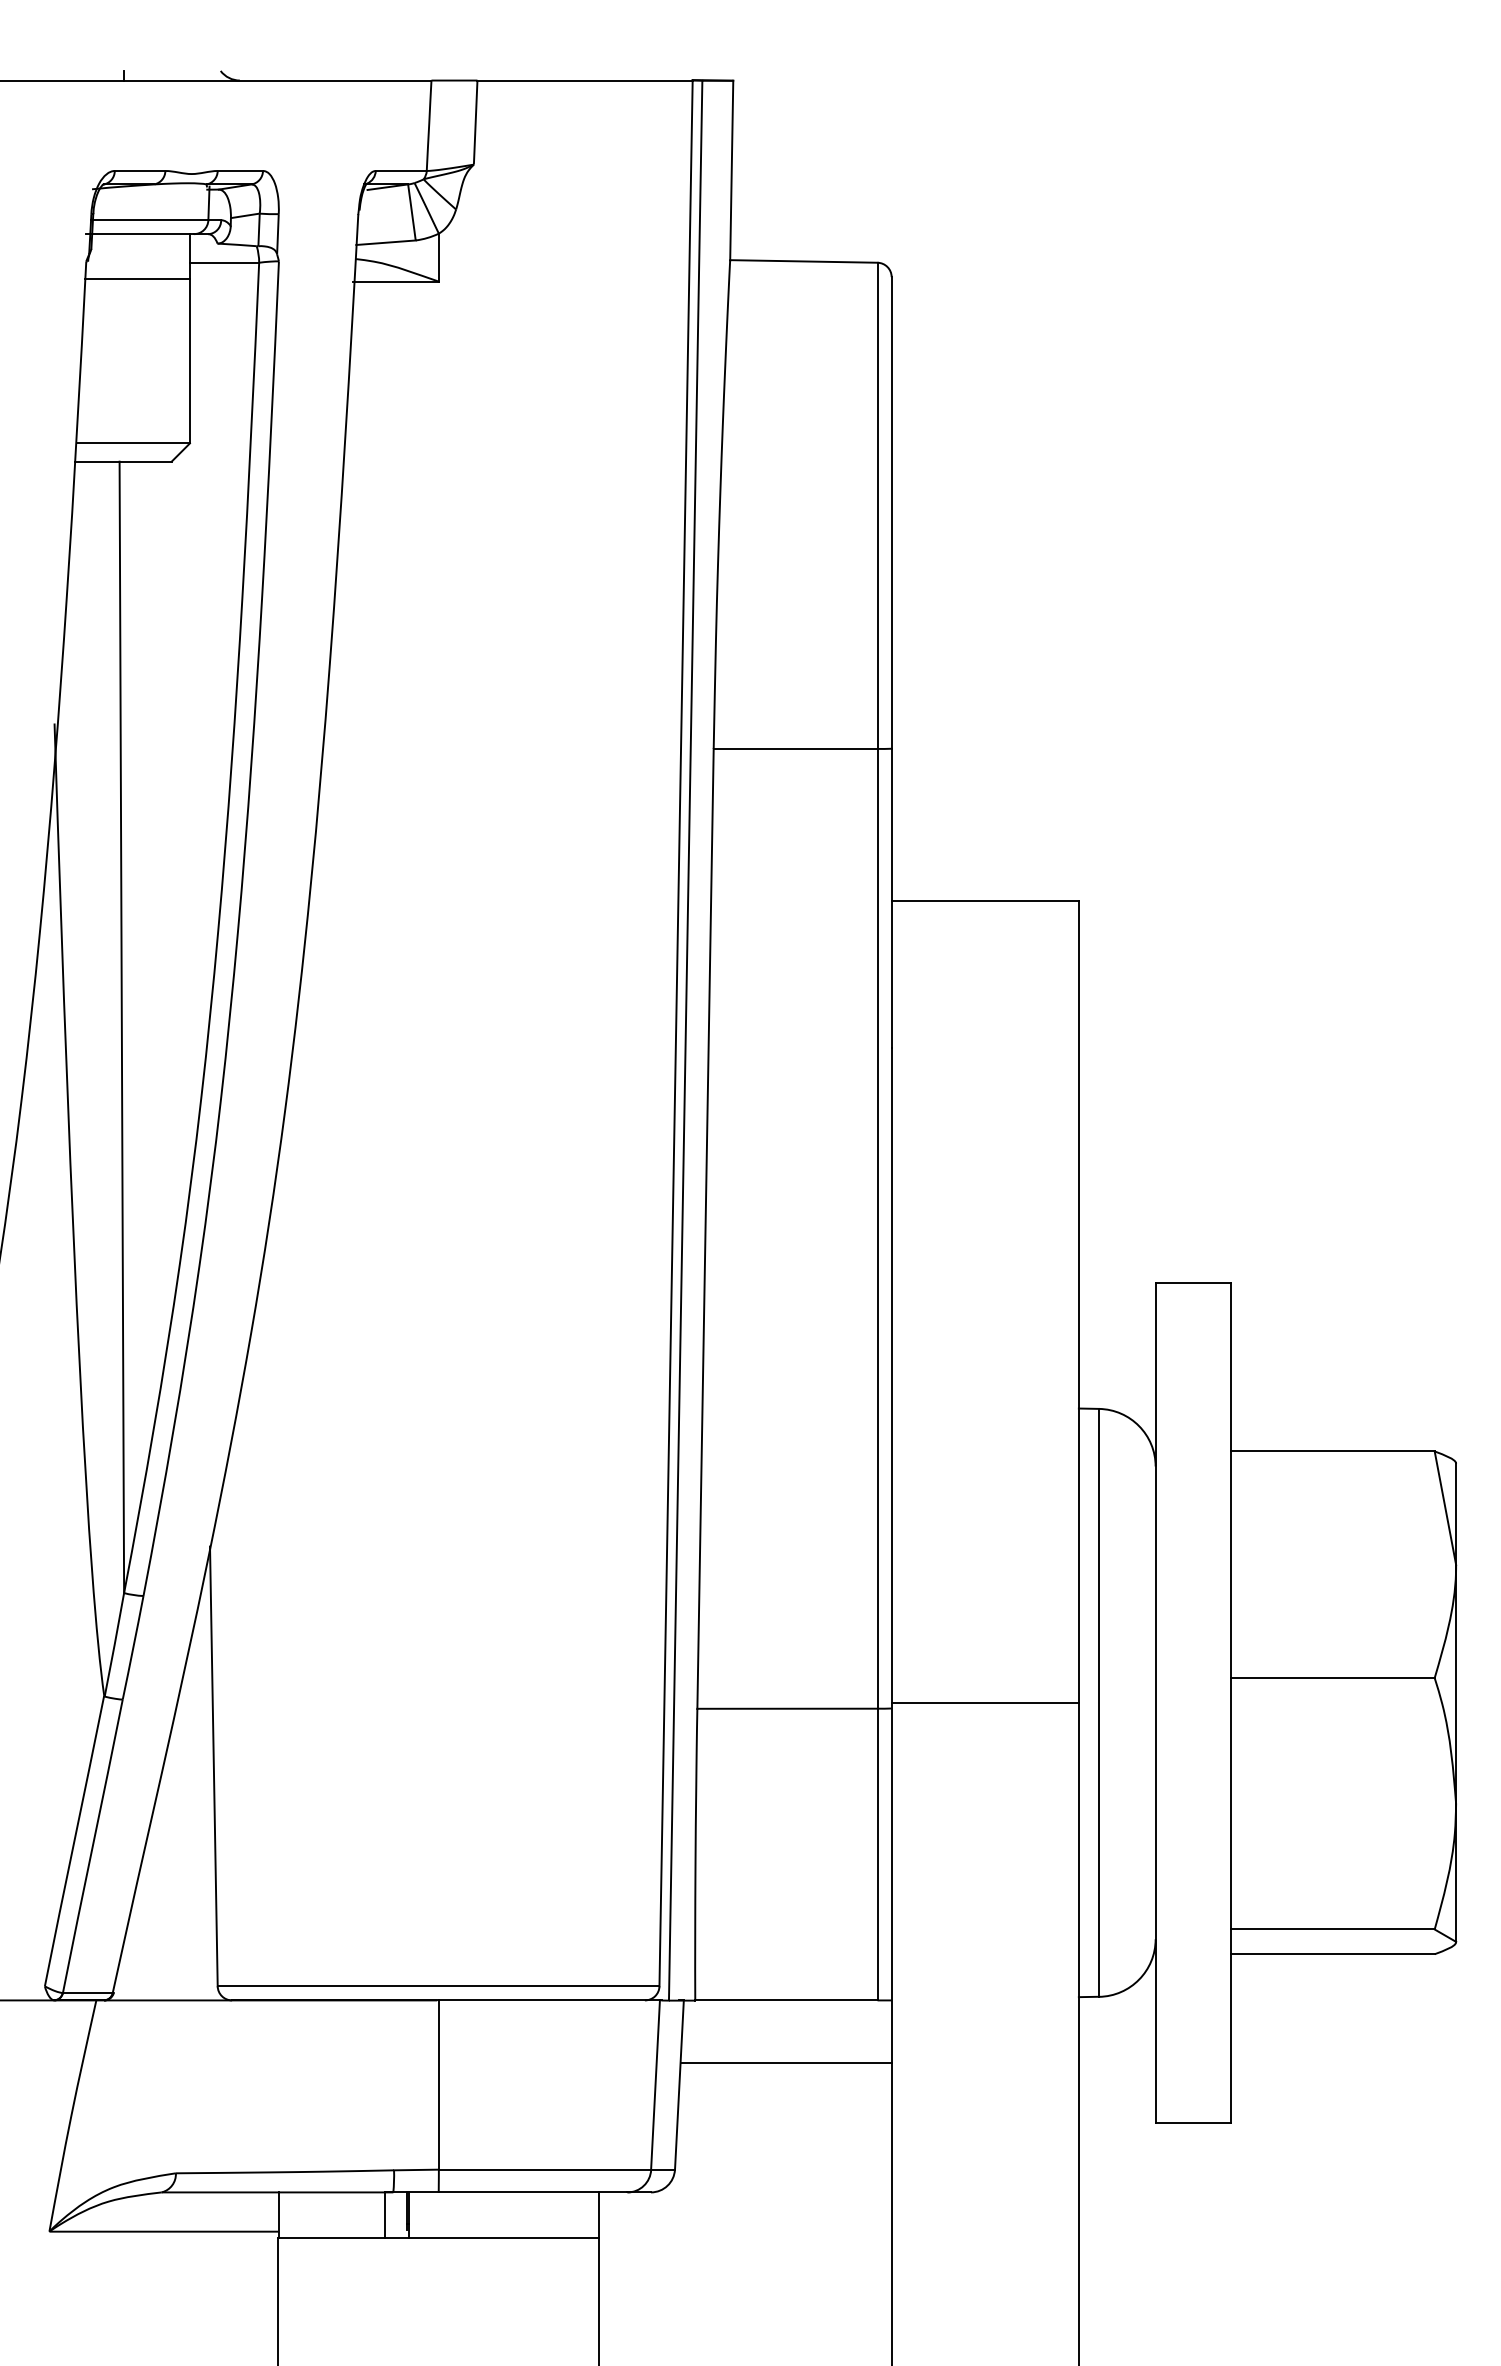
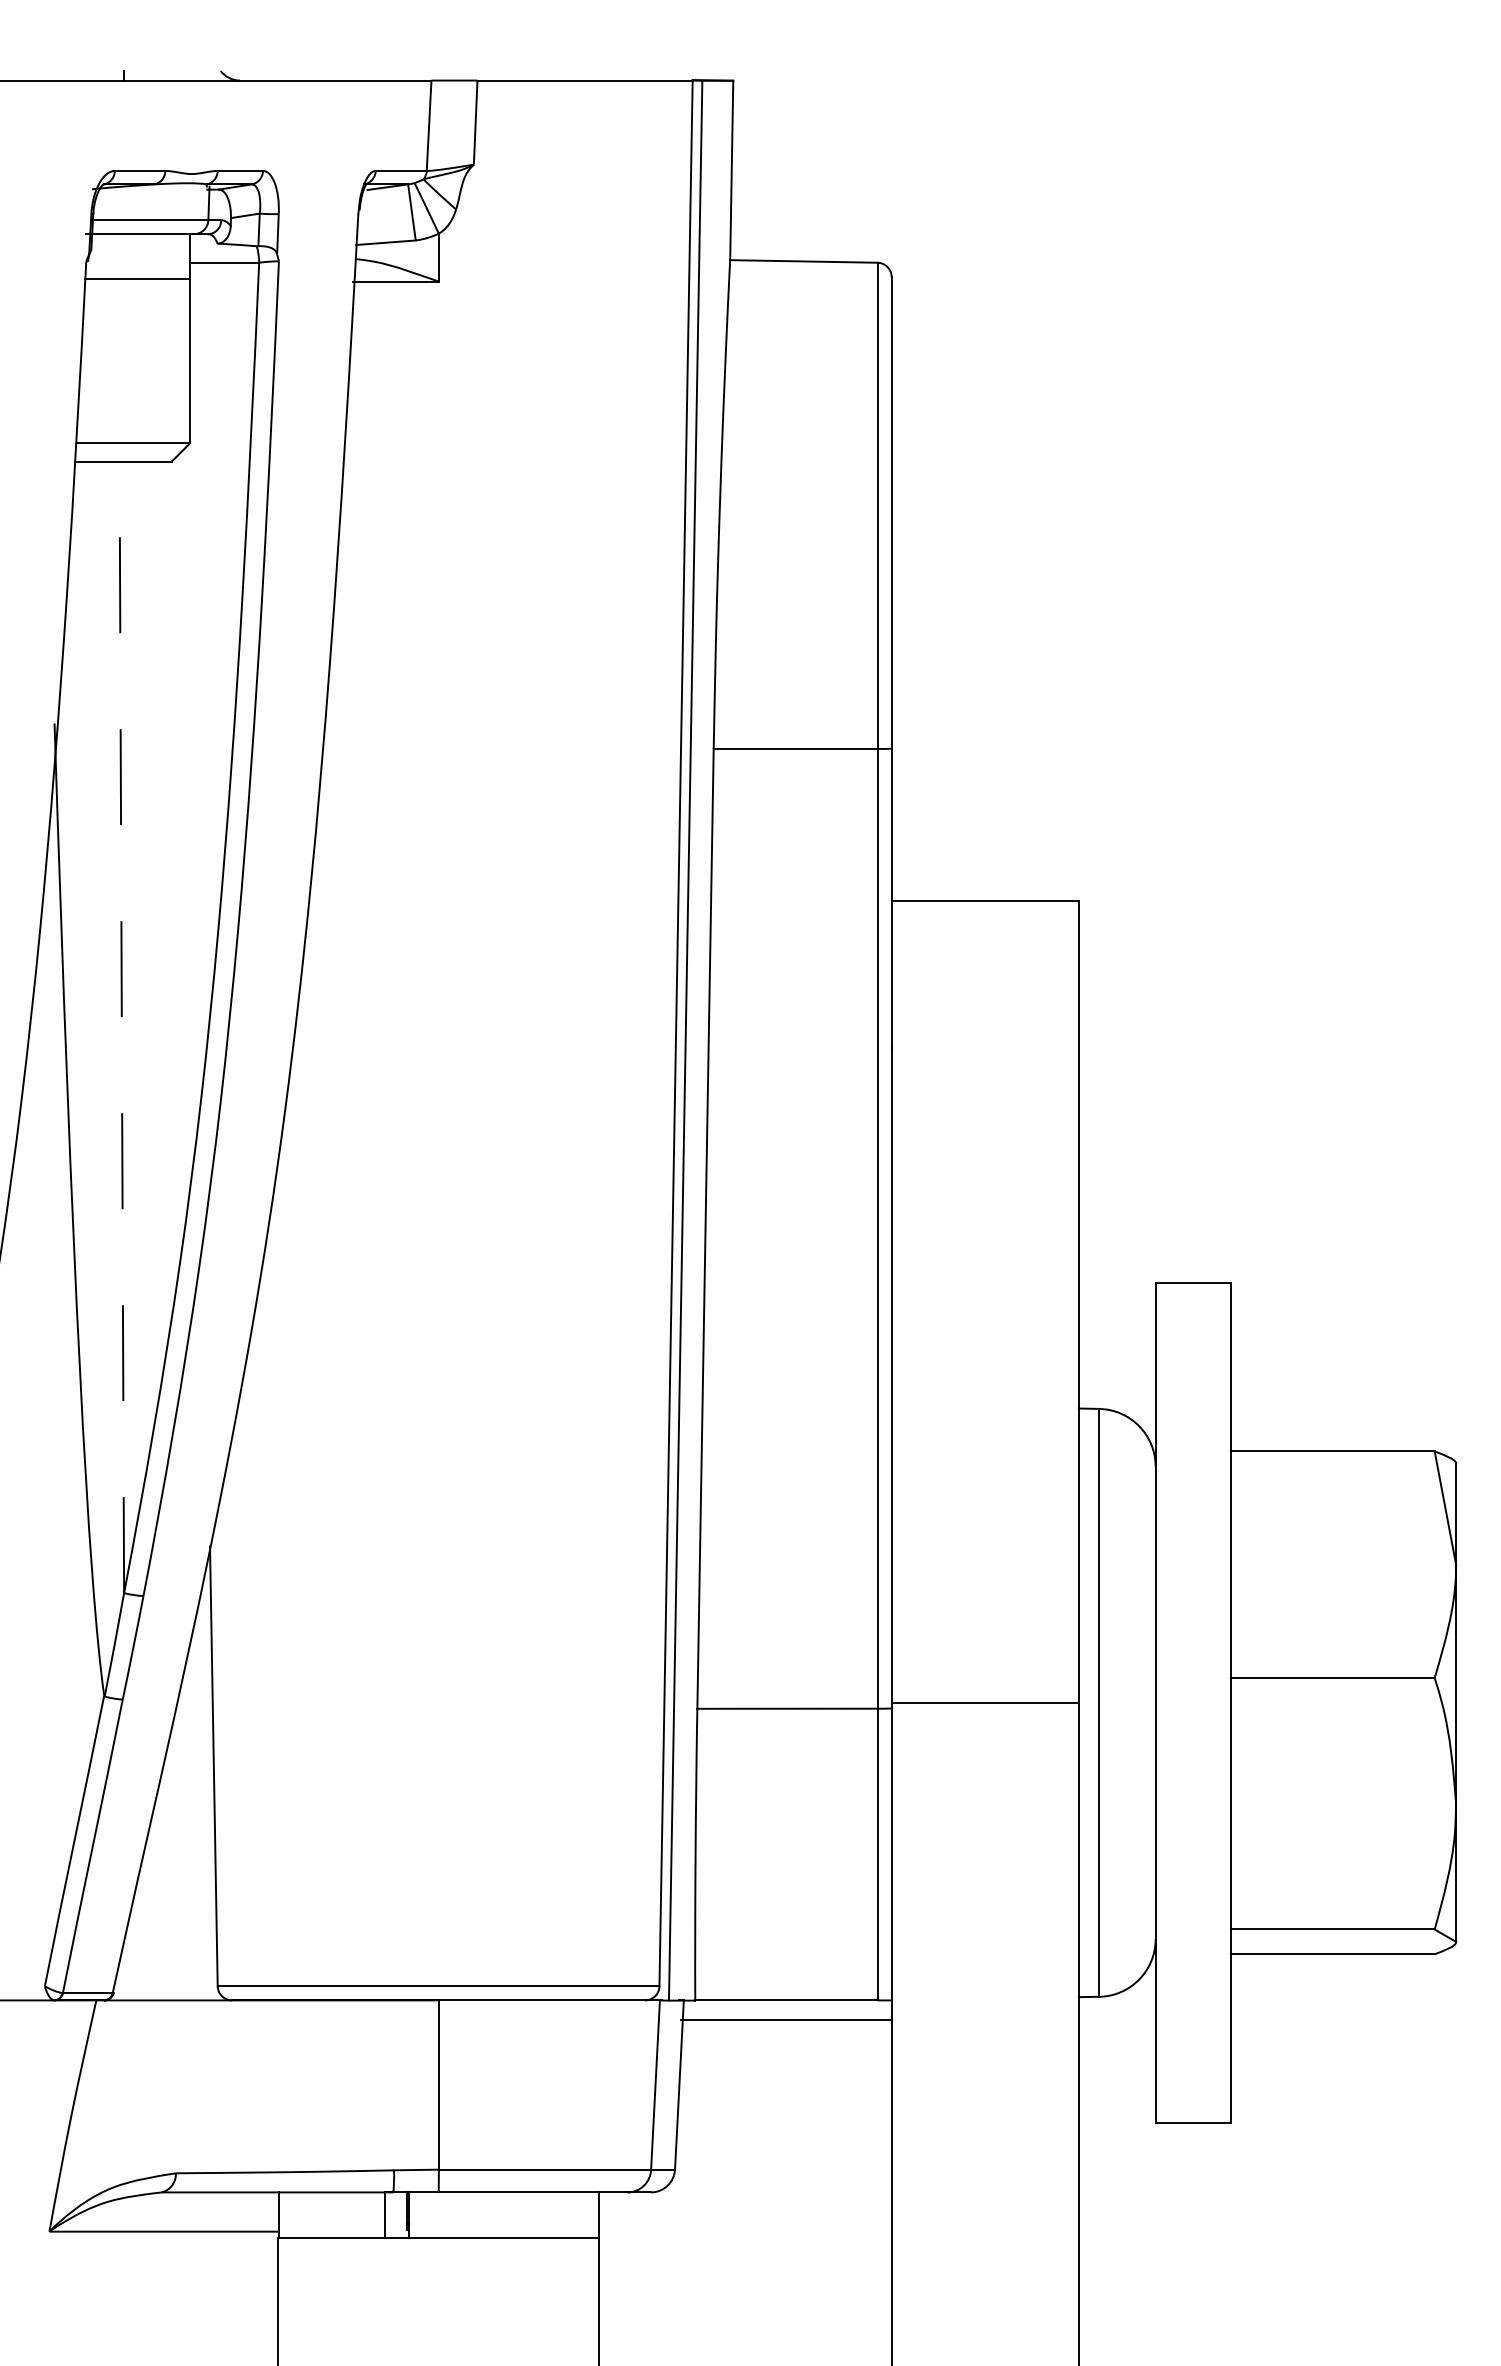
line at (121, 1027): solid -> dashed
line at (785, 2062) position: (785, 2062) -> (785, 2019)
